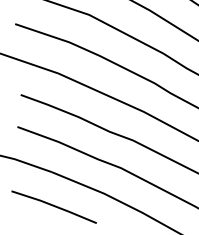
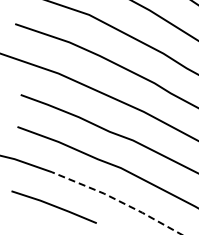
line at (117, 200): solid -> dashed
